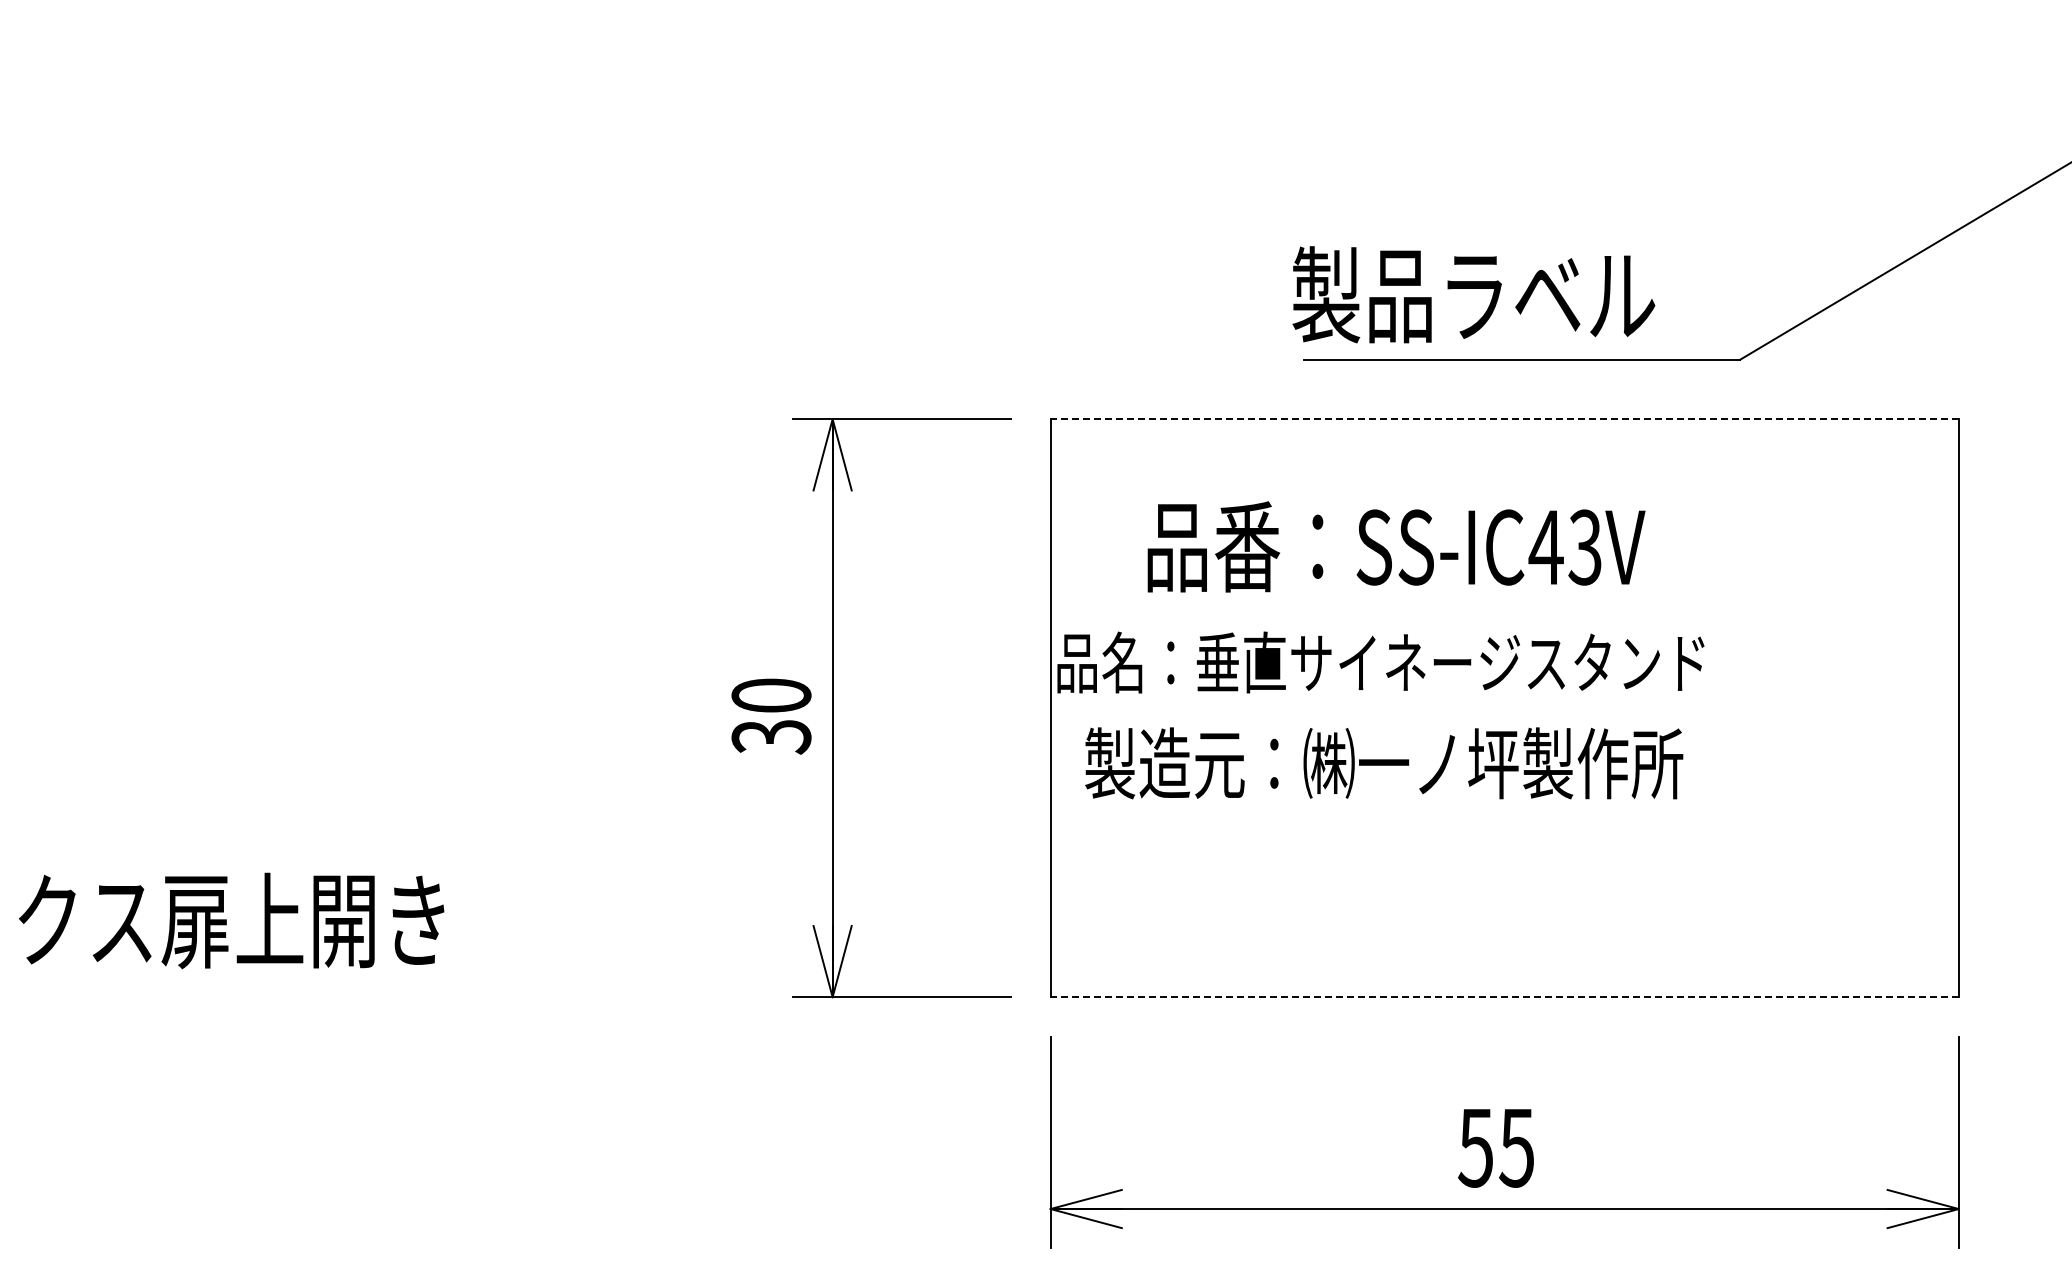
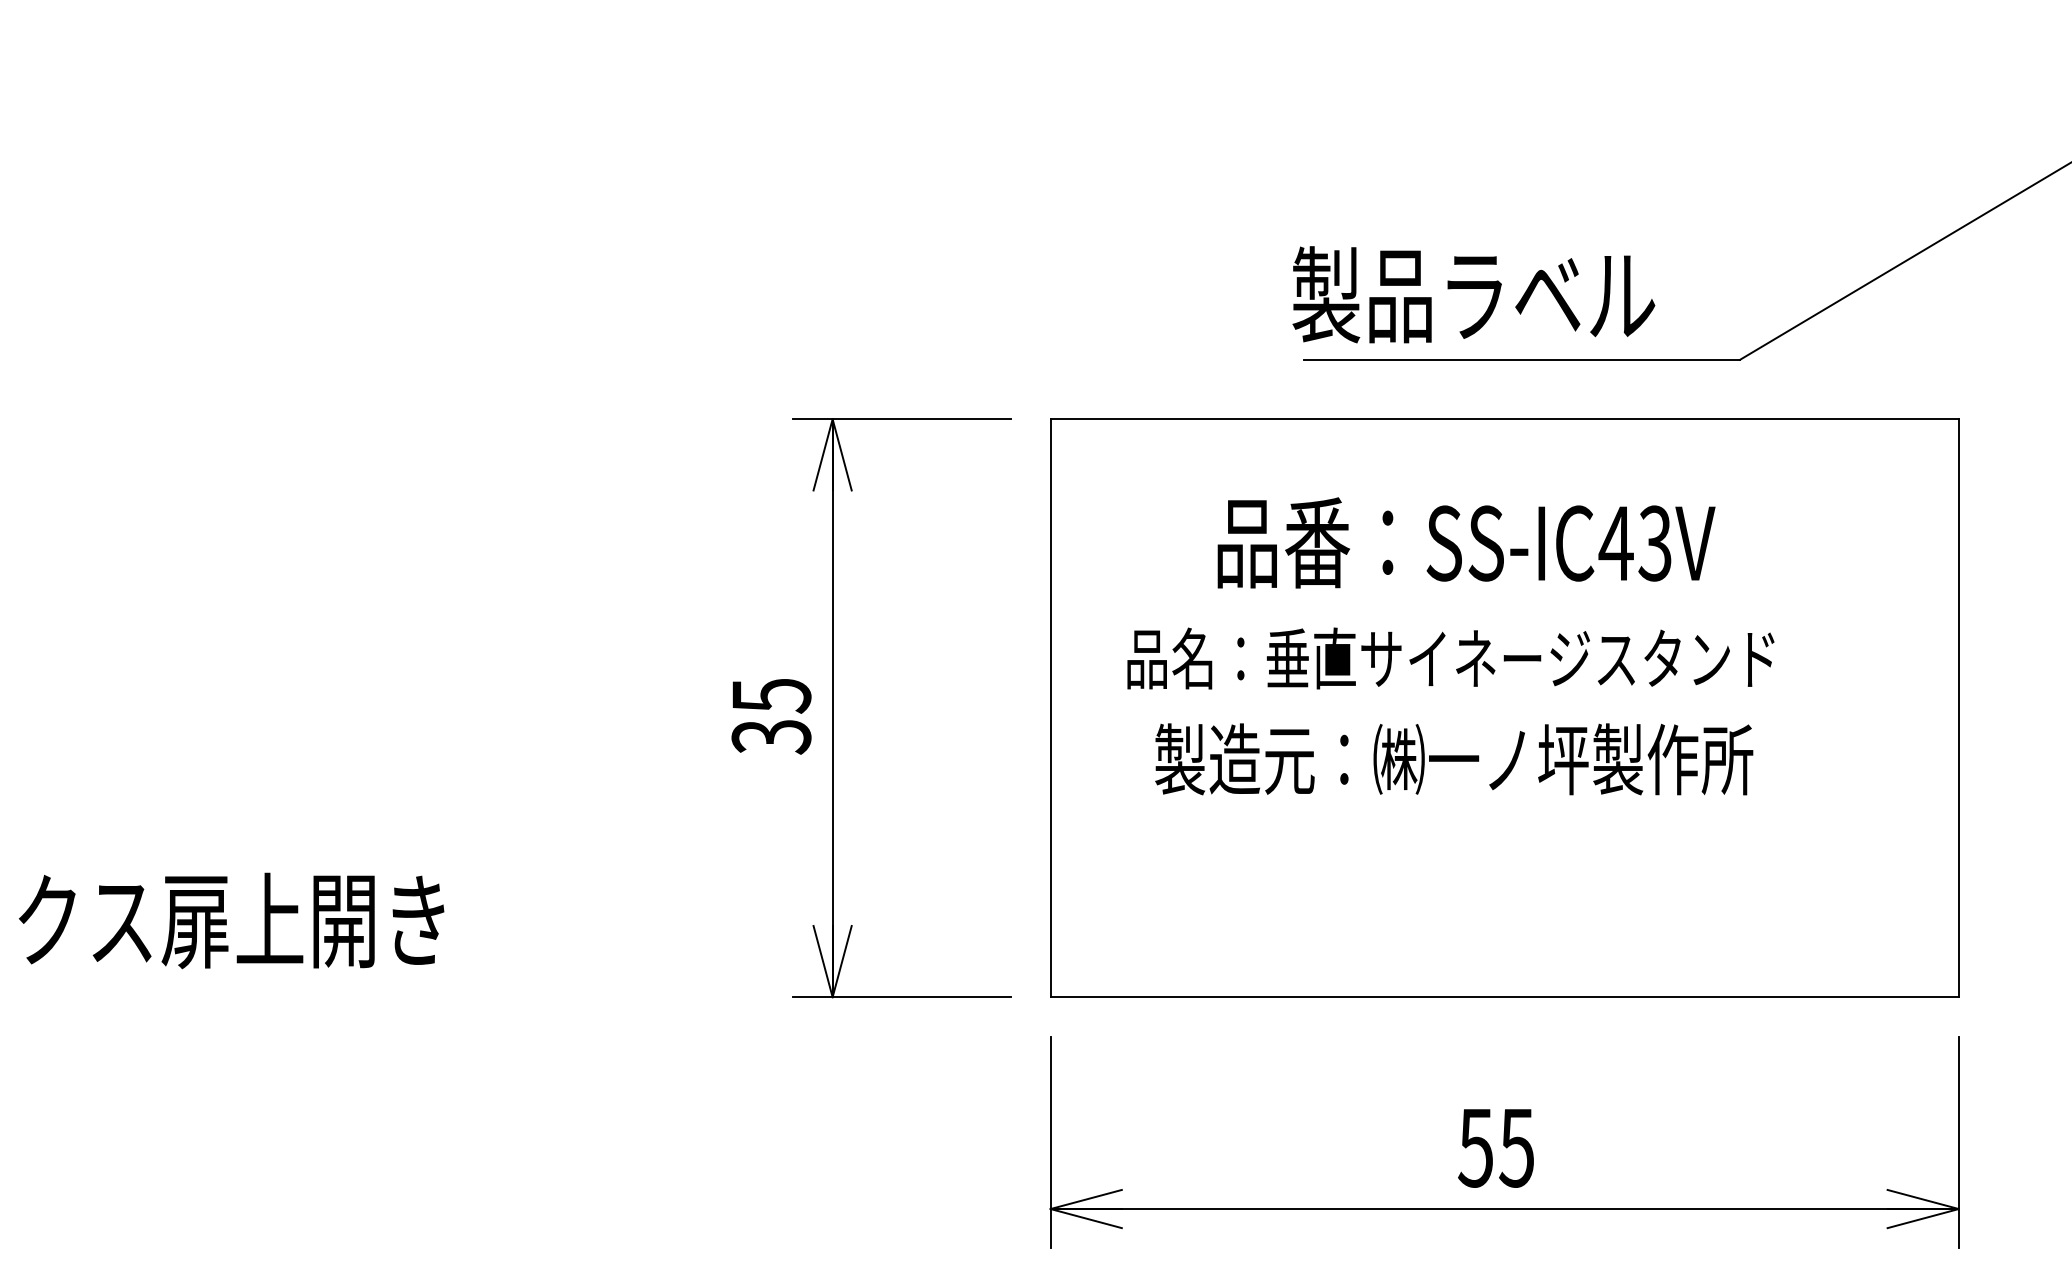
line at (1504, 419): dashed -> solid
text at (1380, 650) position: (1380, 650) -> (1450, 646)
text at (771, 695): 30 -> 35
line at (1504, 997): dashed -> solid
